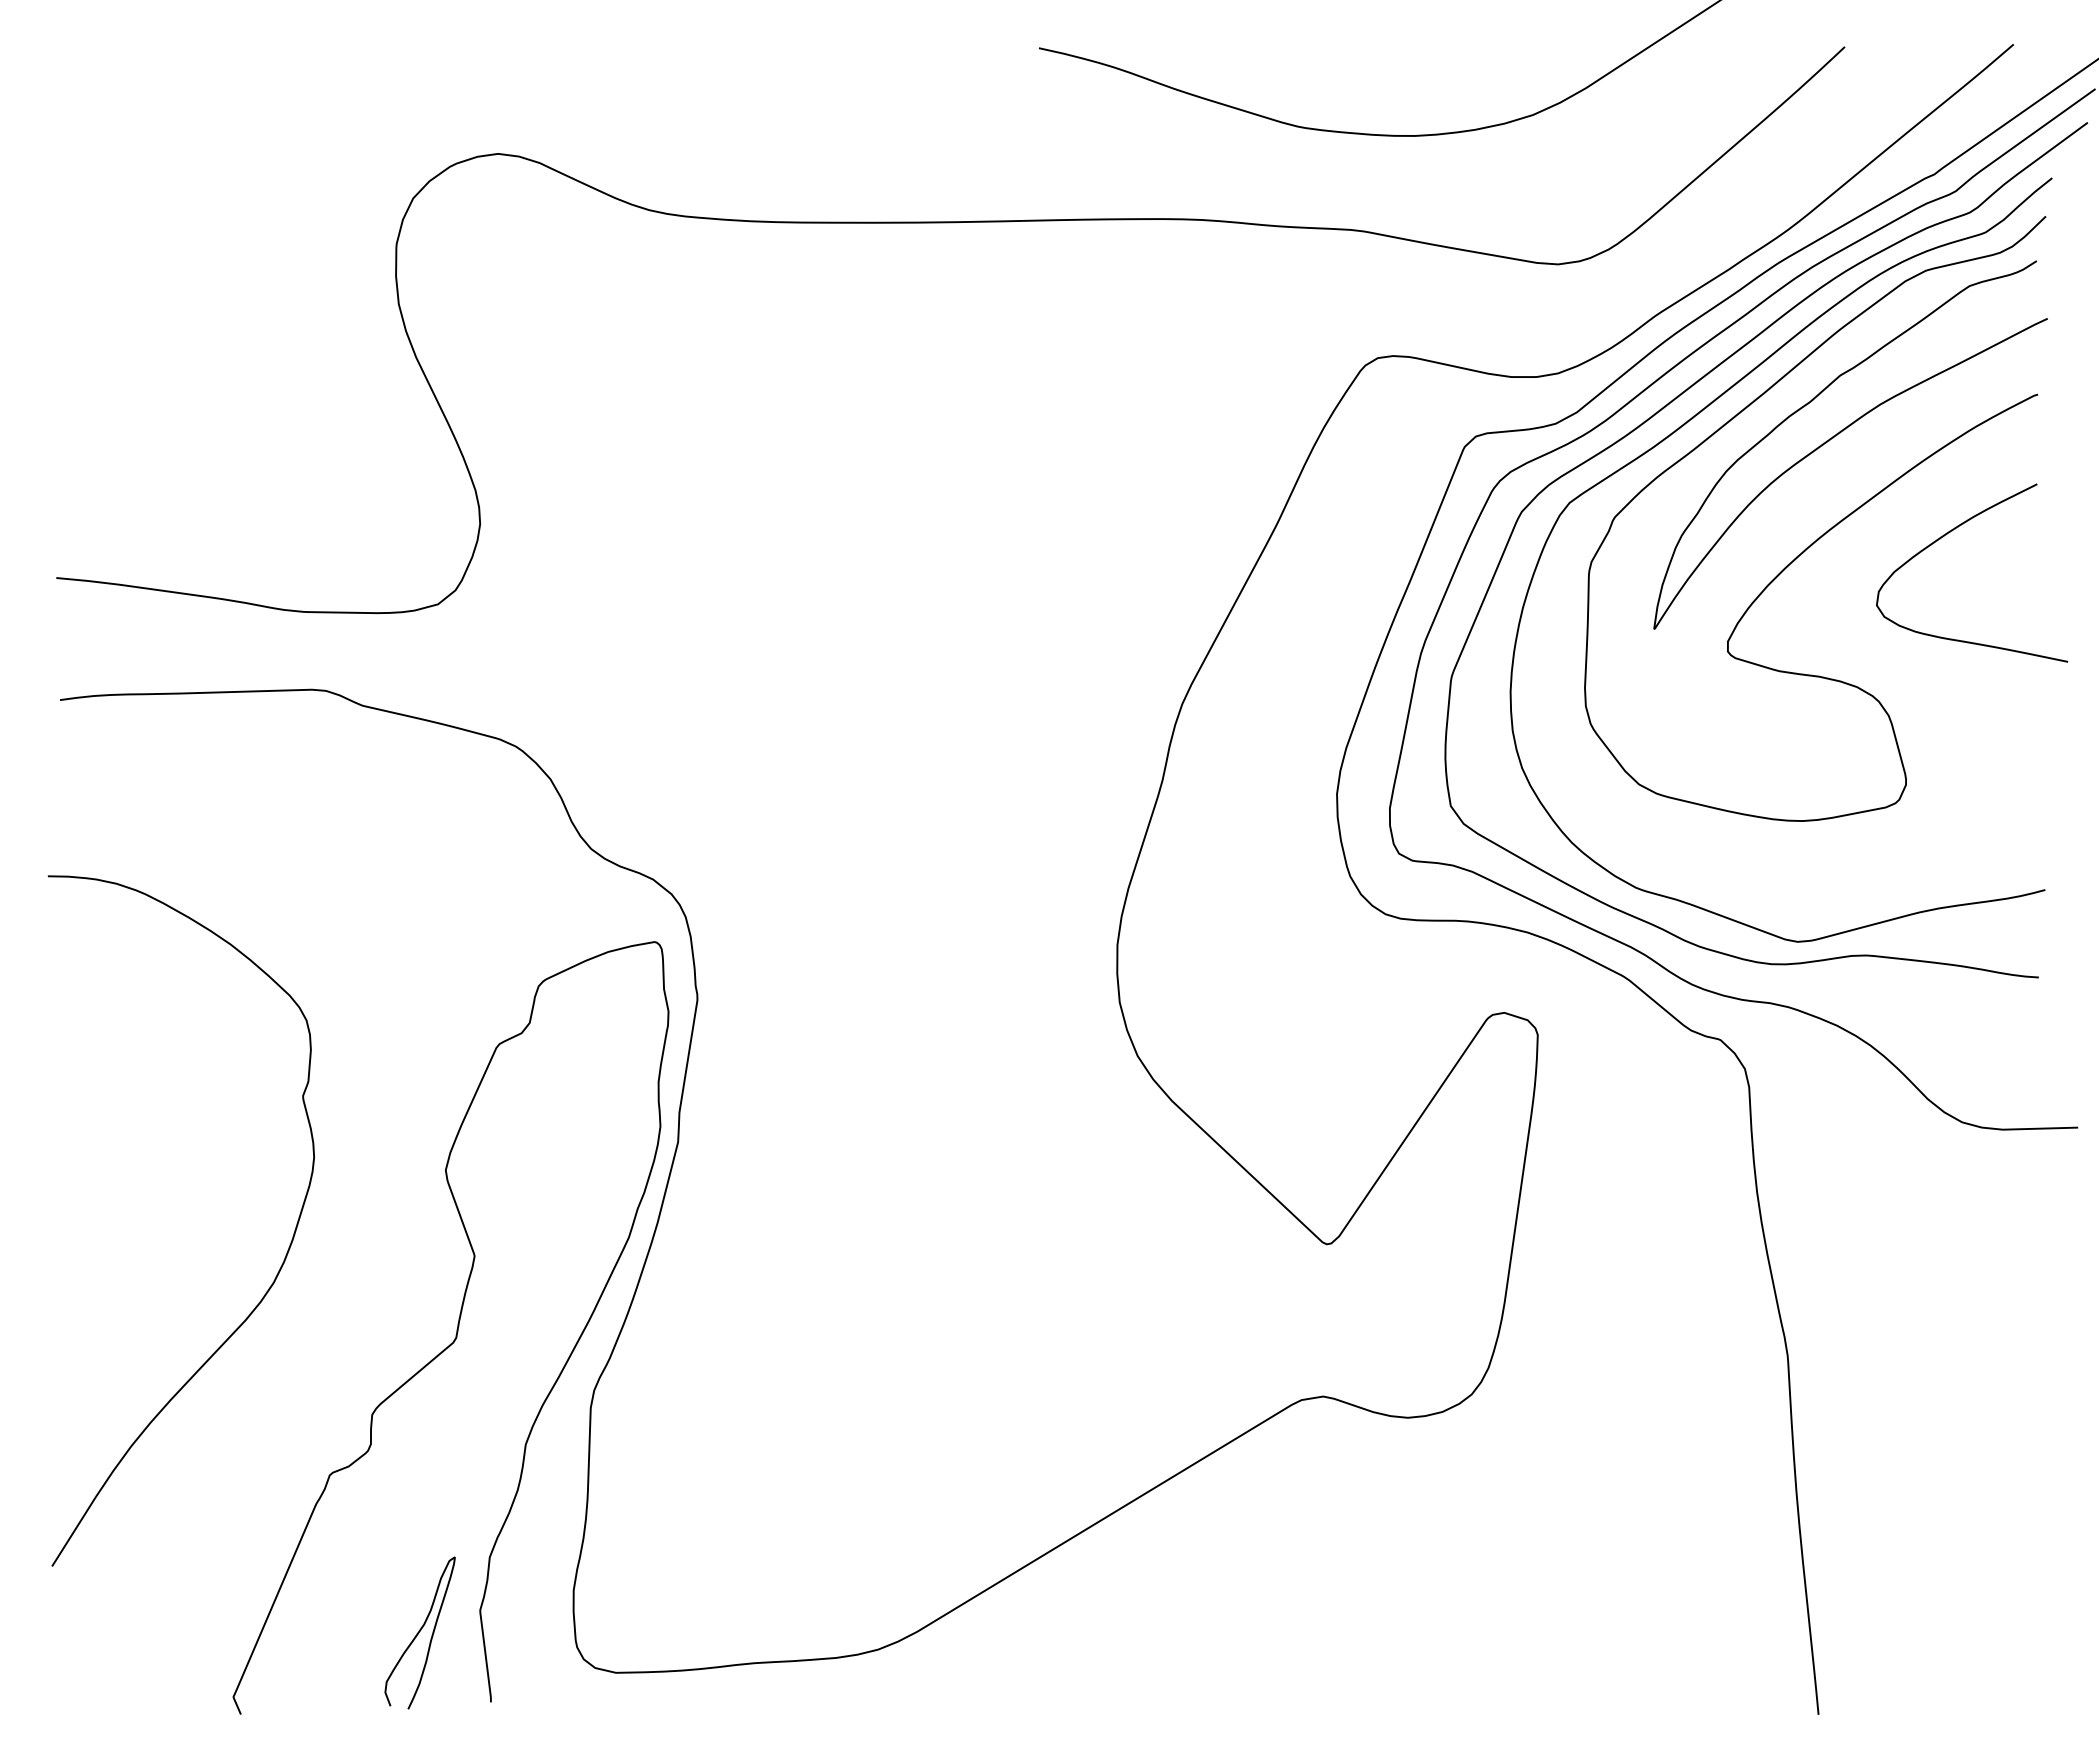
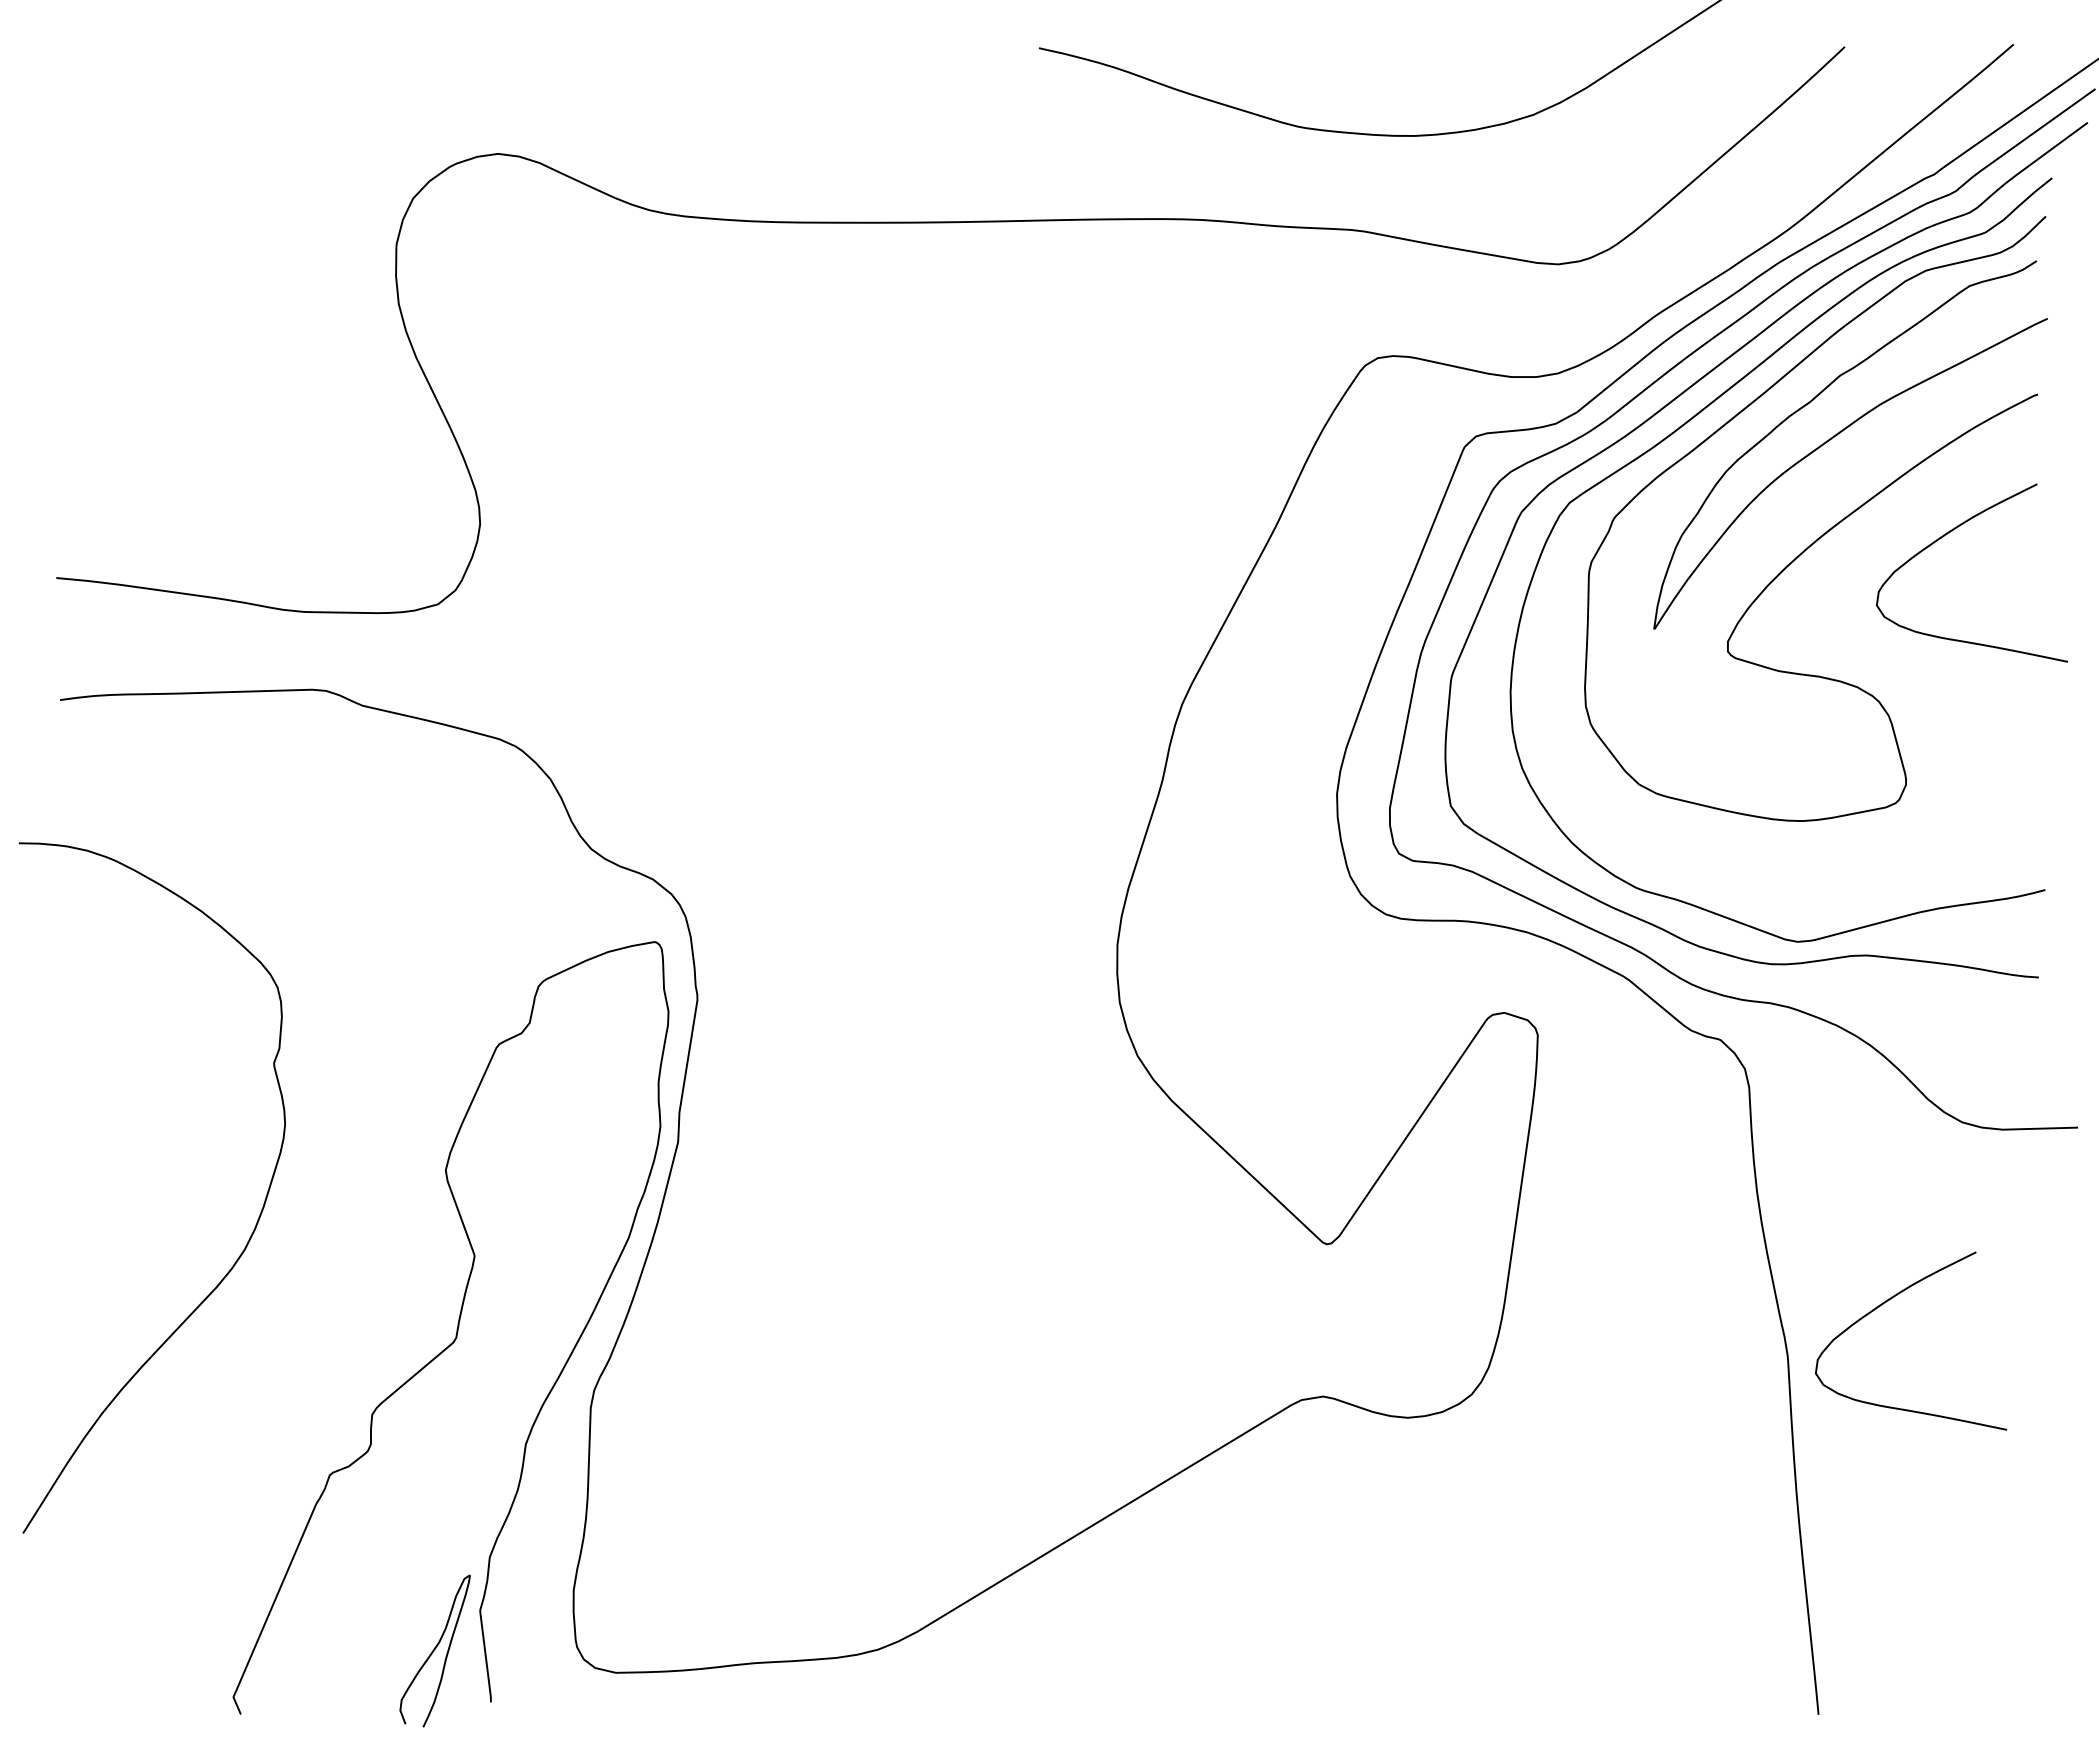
curve at (278, 1270) position: (278, 1270) -> (249, 1237)
curve at (1885, 1303): none -> present
curve at (419, 1632) position: (419, 1632) -> (434, 1650)
